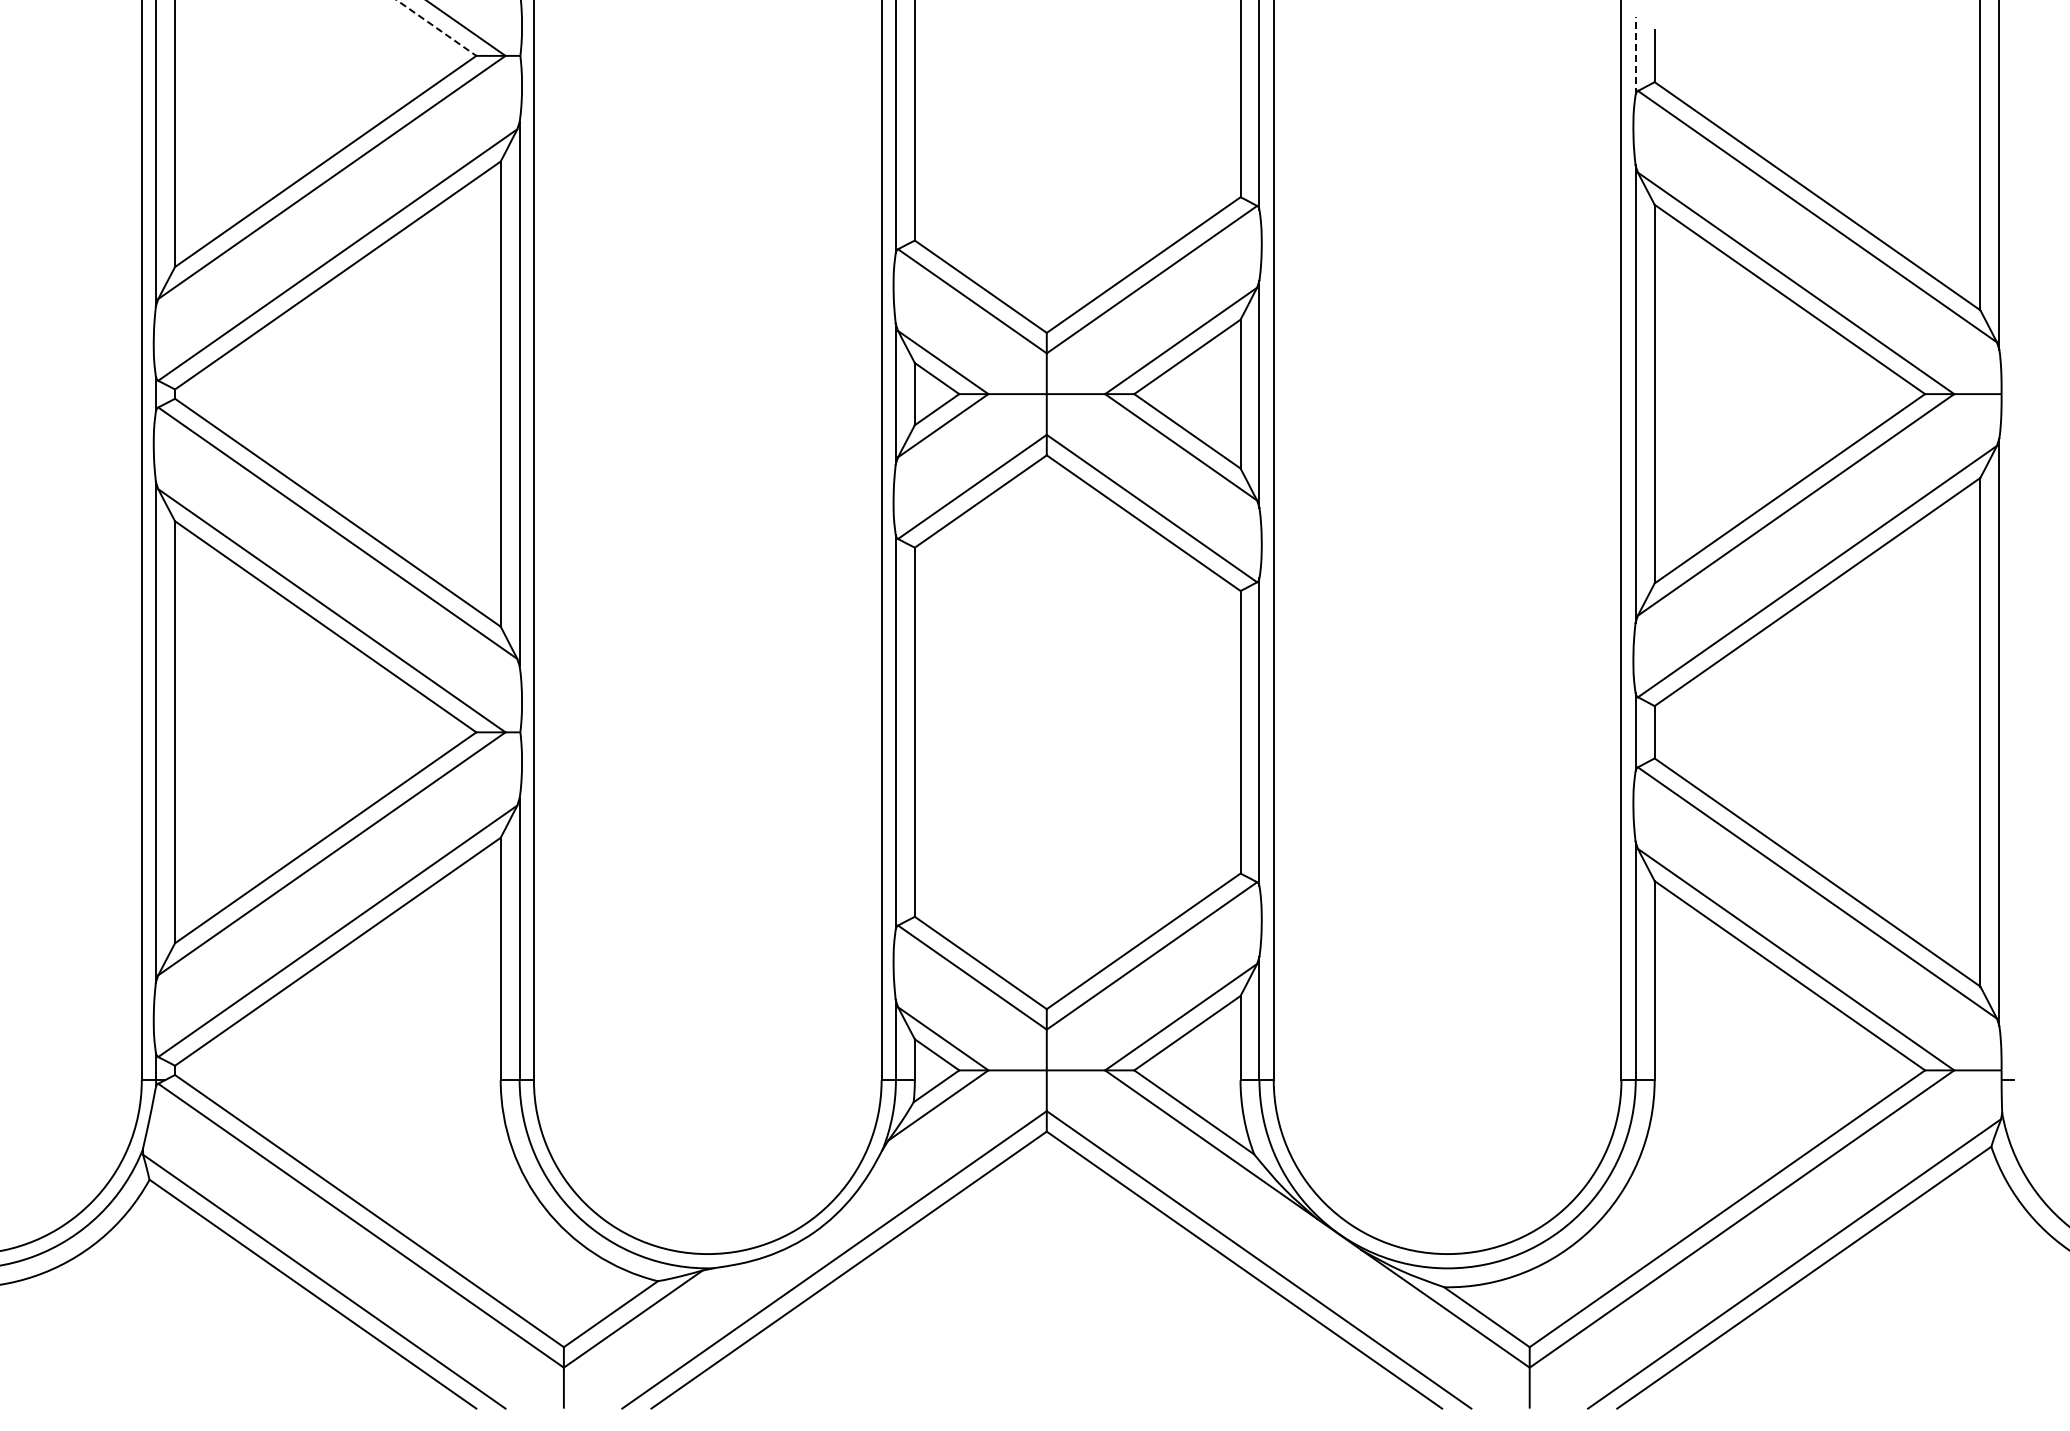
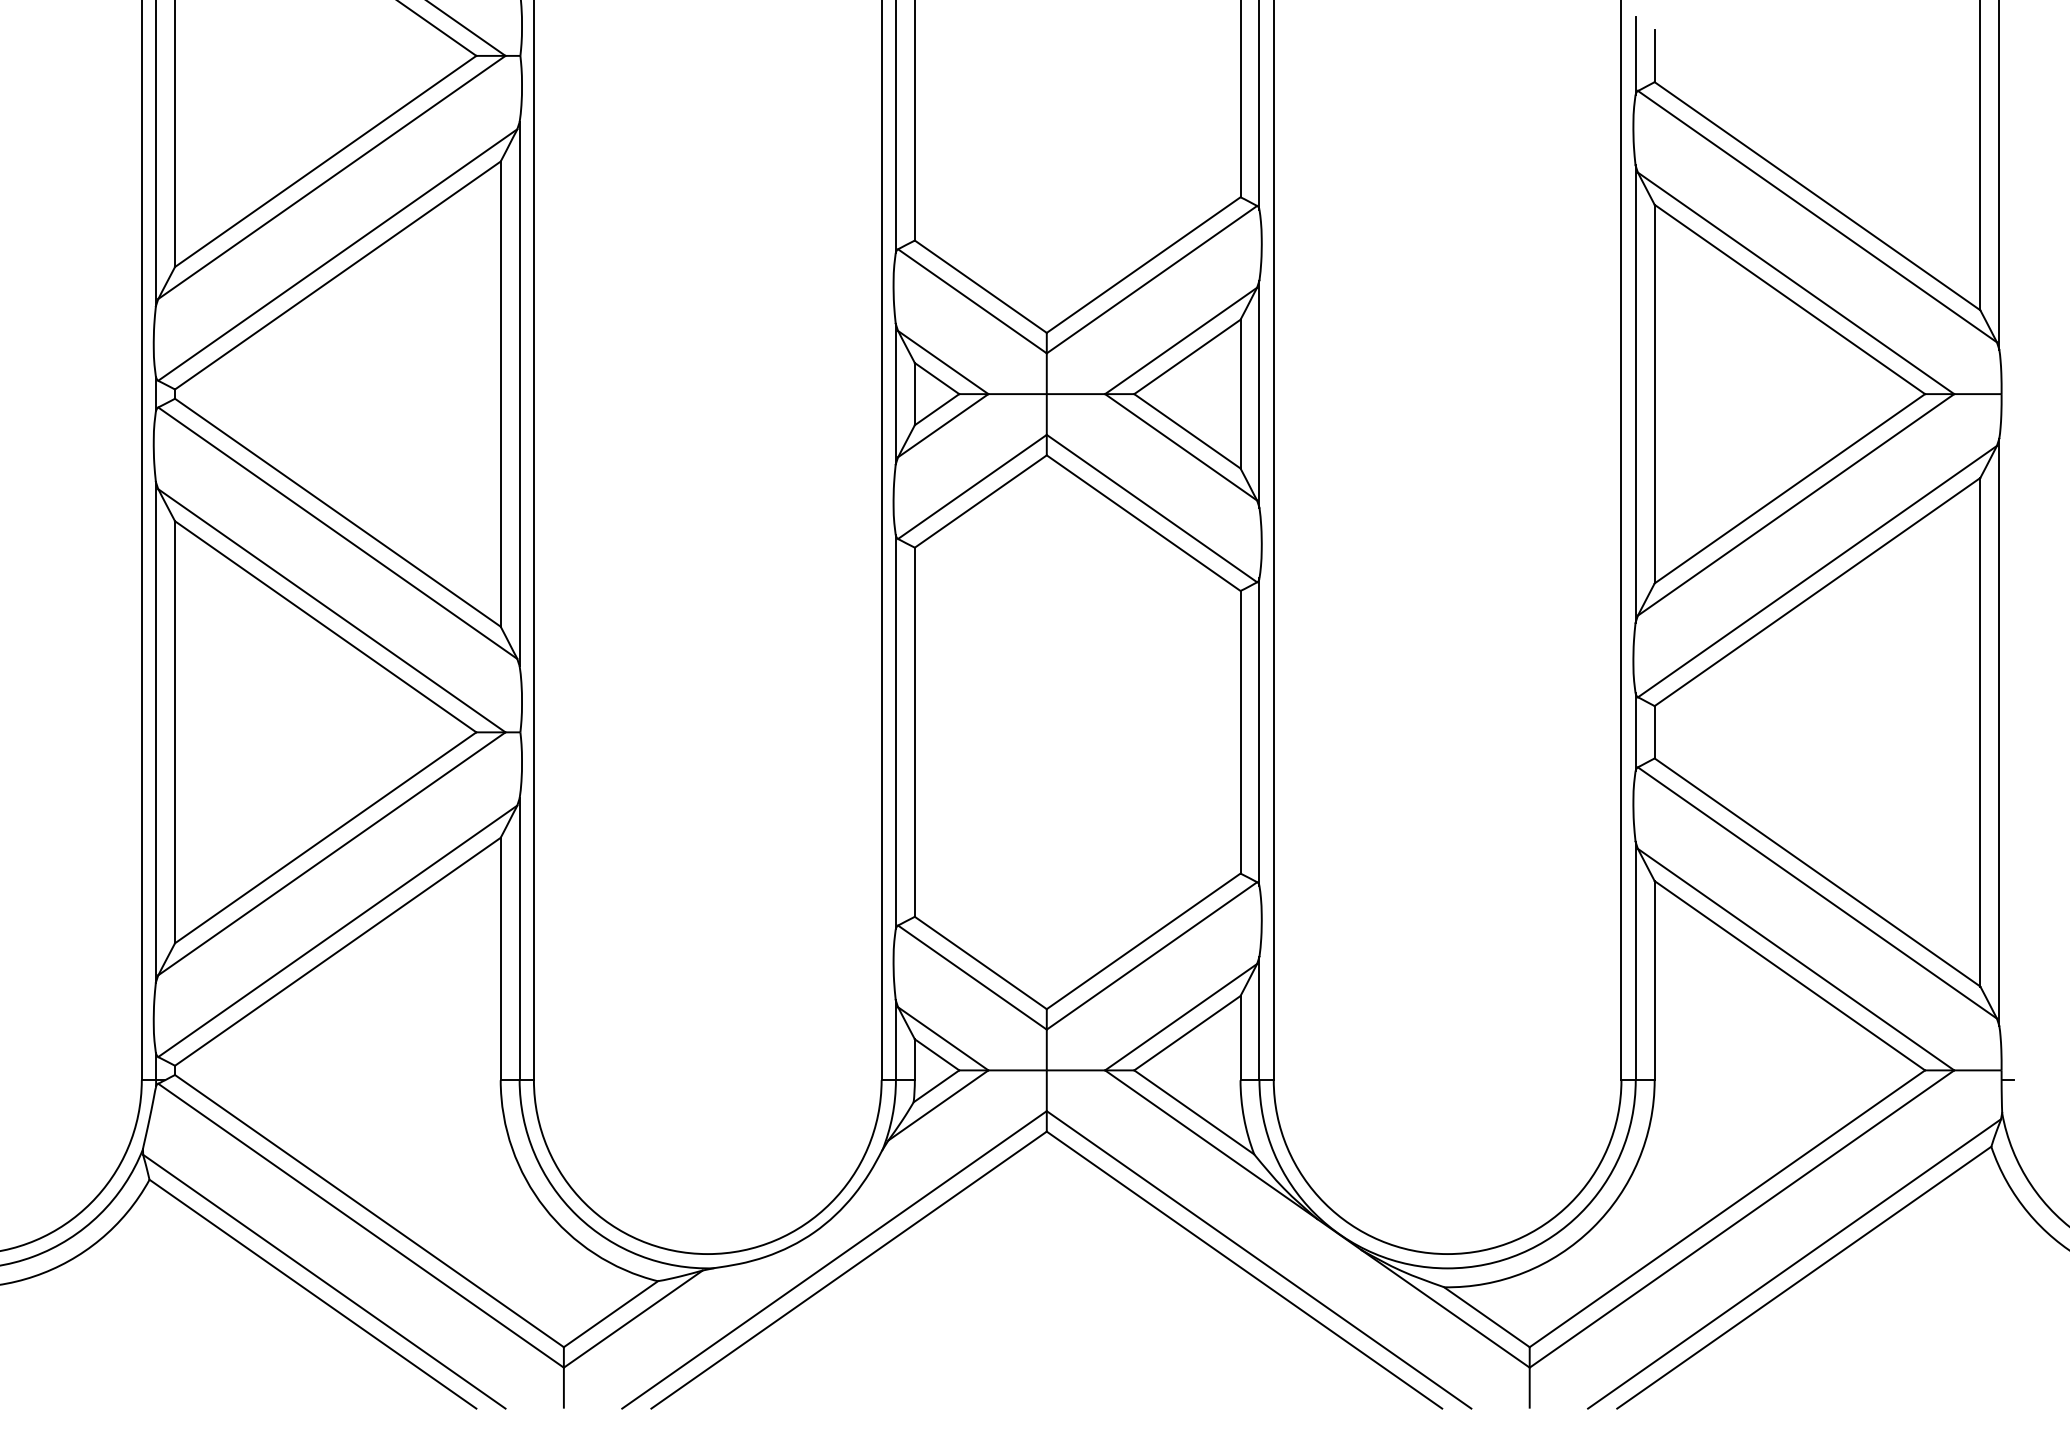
line at (437, 28): dashed -> solid
line at (1635, 56): dashed -> solid
